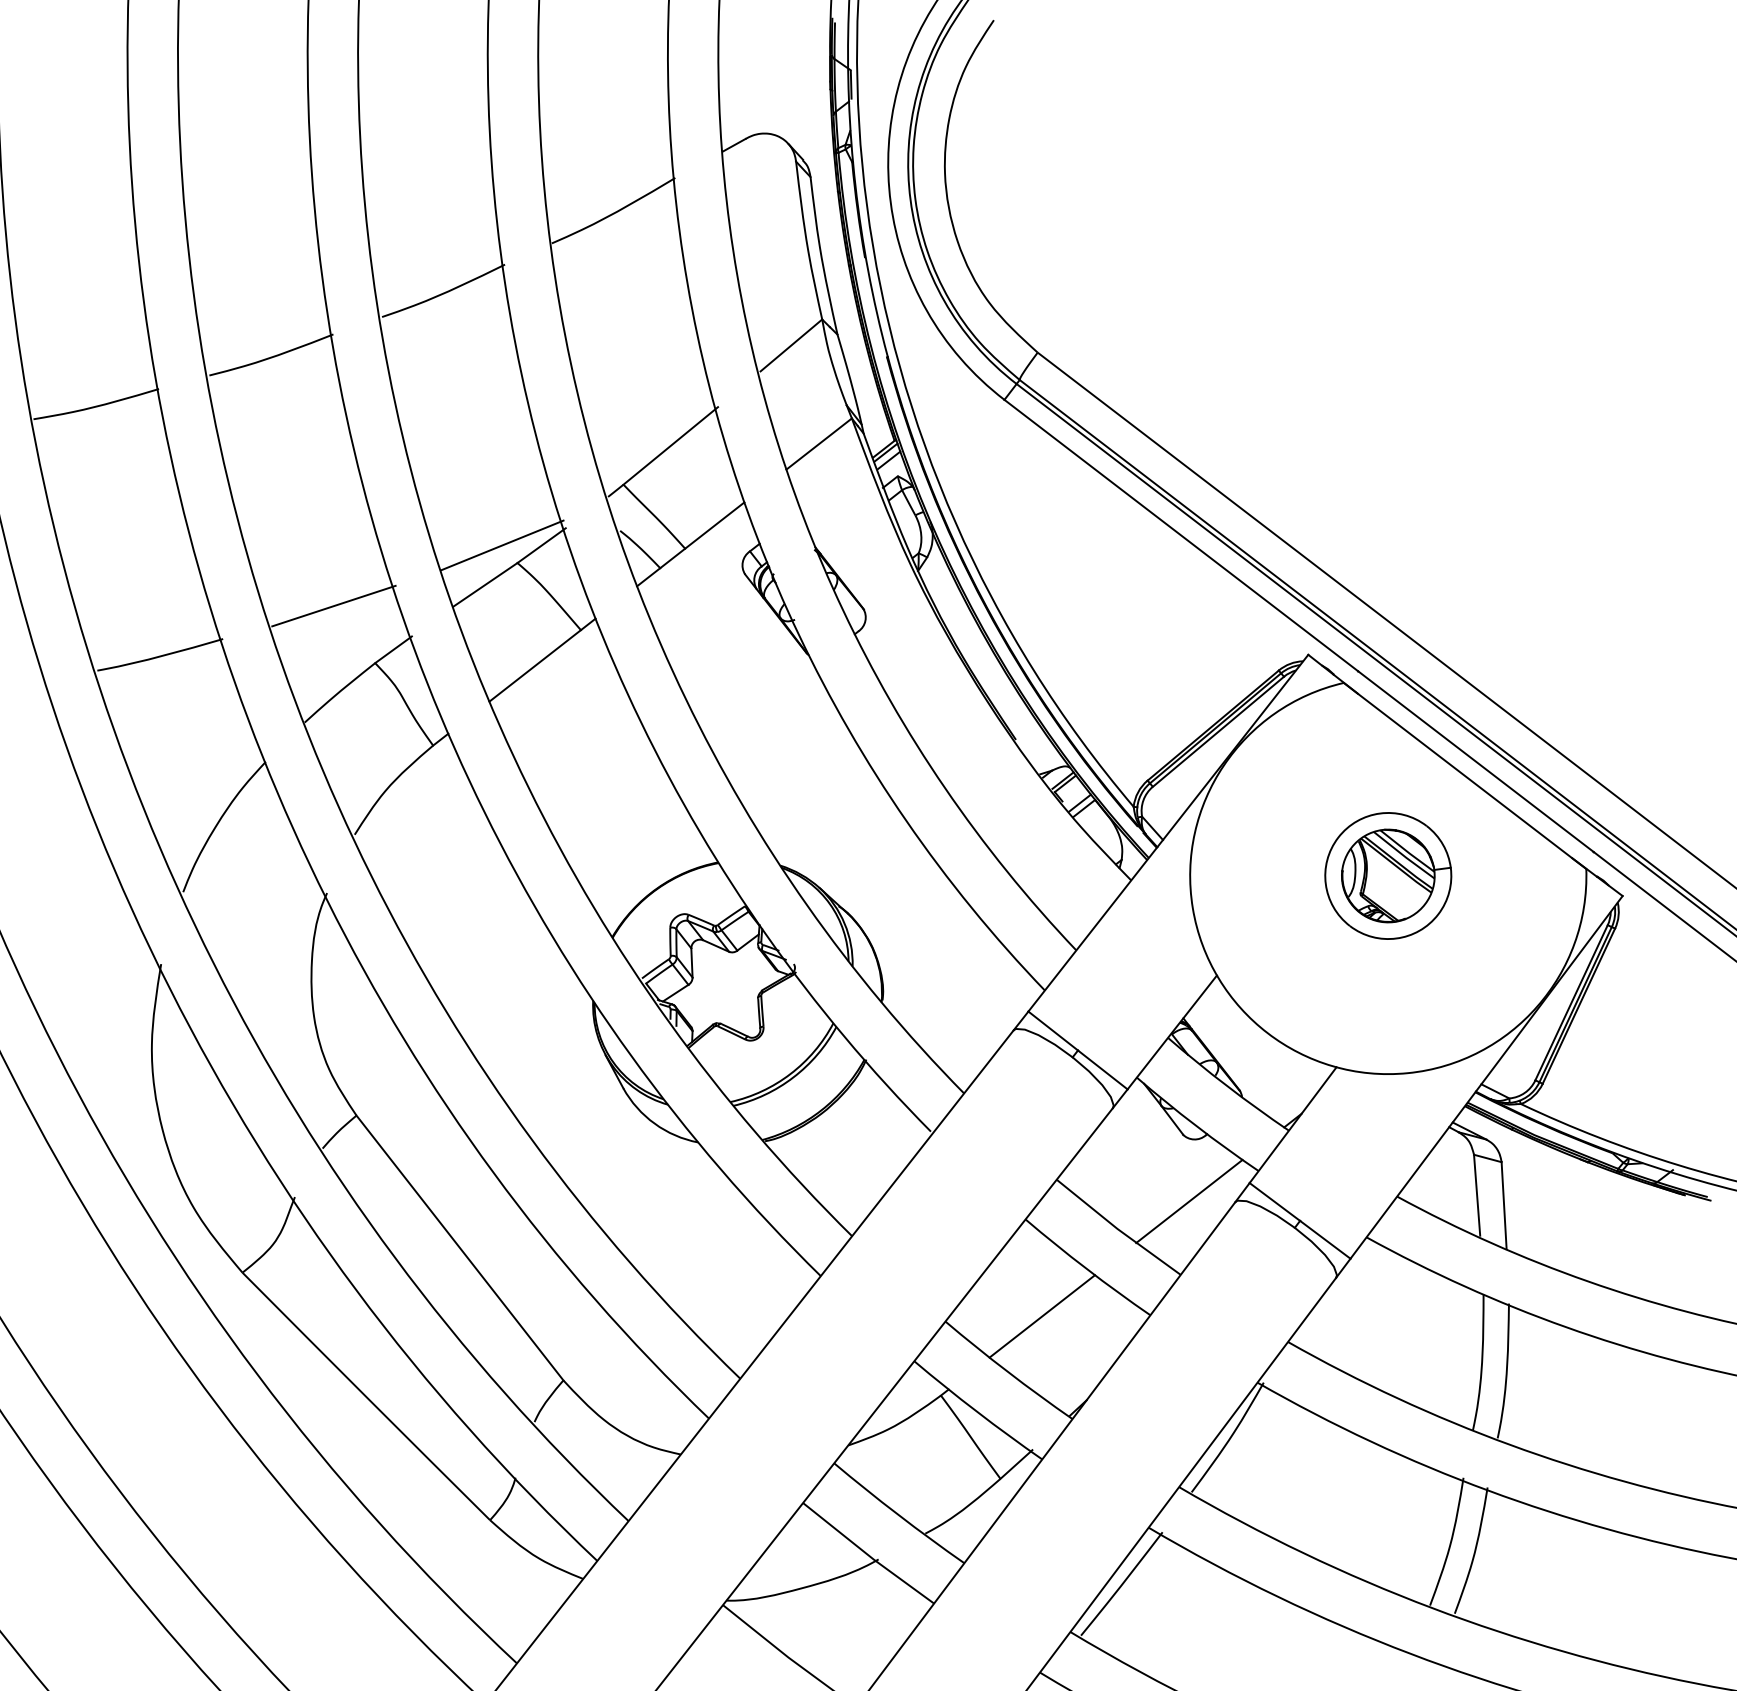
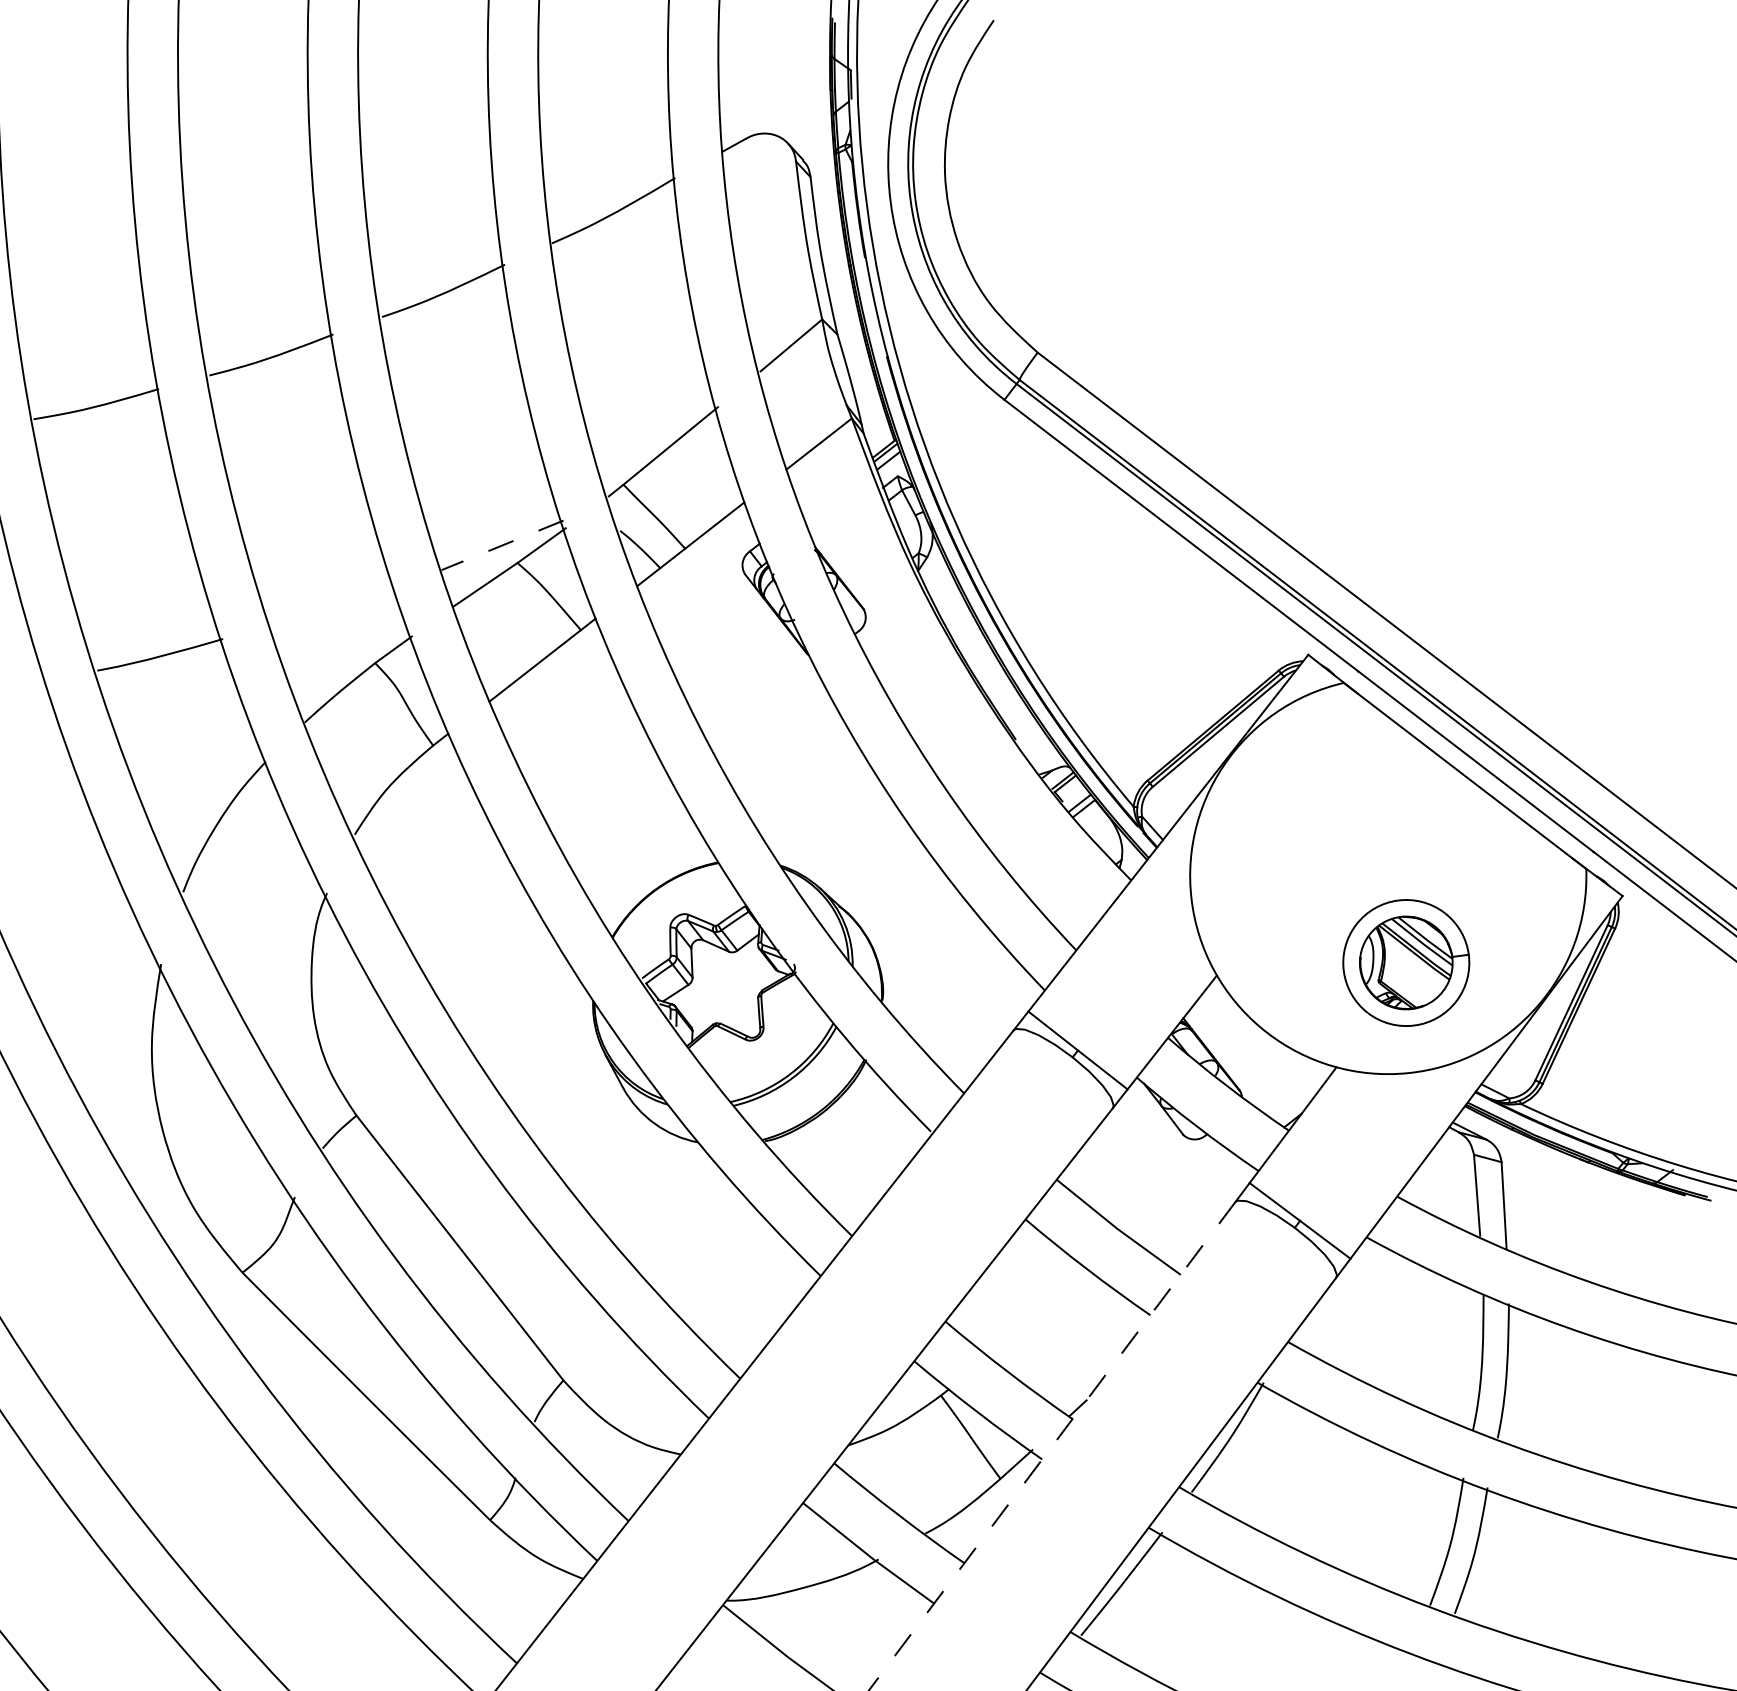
line at (502, 545): solid -> dashed
line at (333, 605): present -> none
part at (1388, 875) position: (1388, 875) -> (1406, 962)
line at (1189, 1201): present -> none
line at (1042, 1316): present -> none
line at (1051, 1446): solid -> dashed
